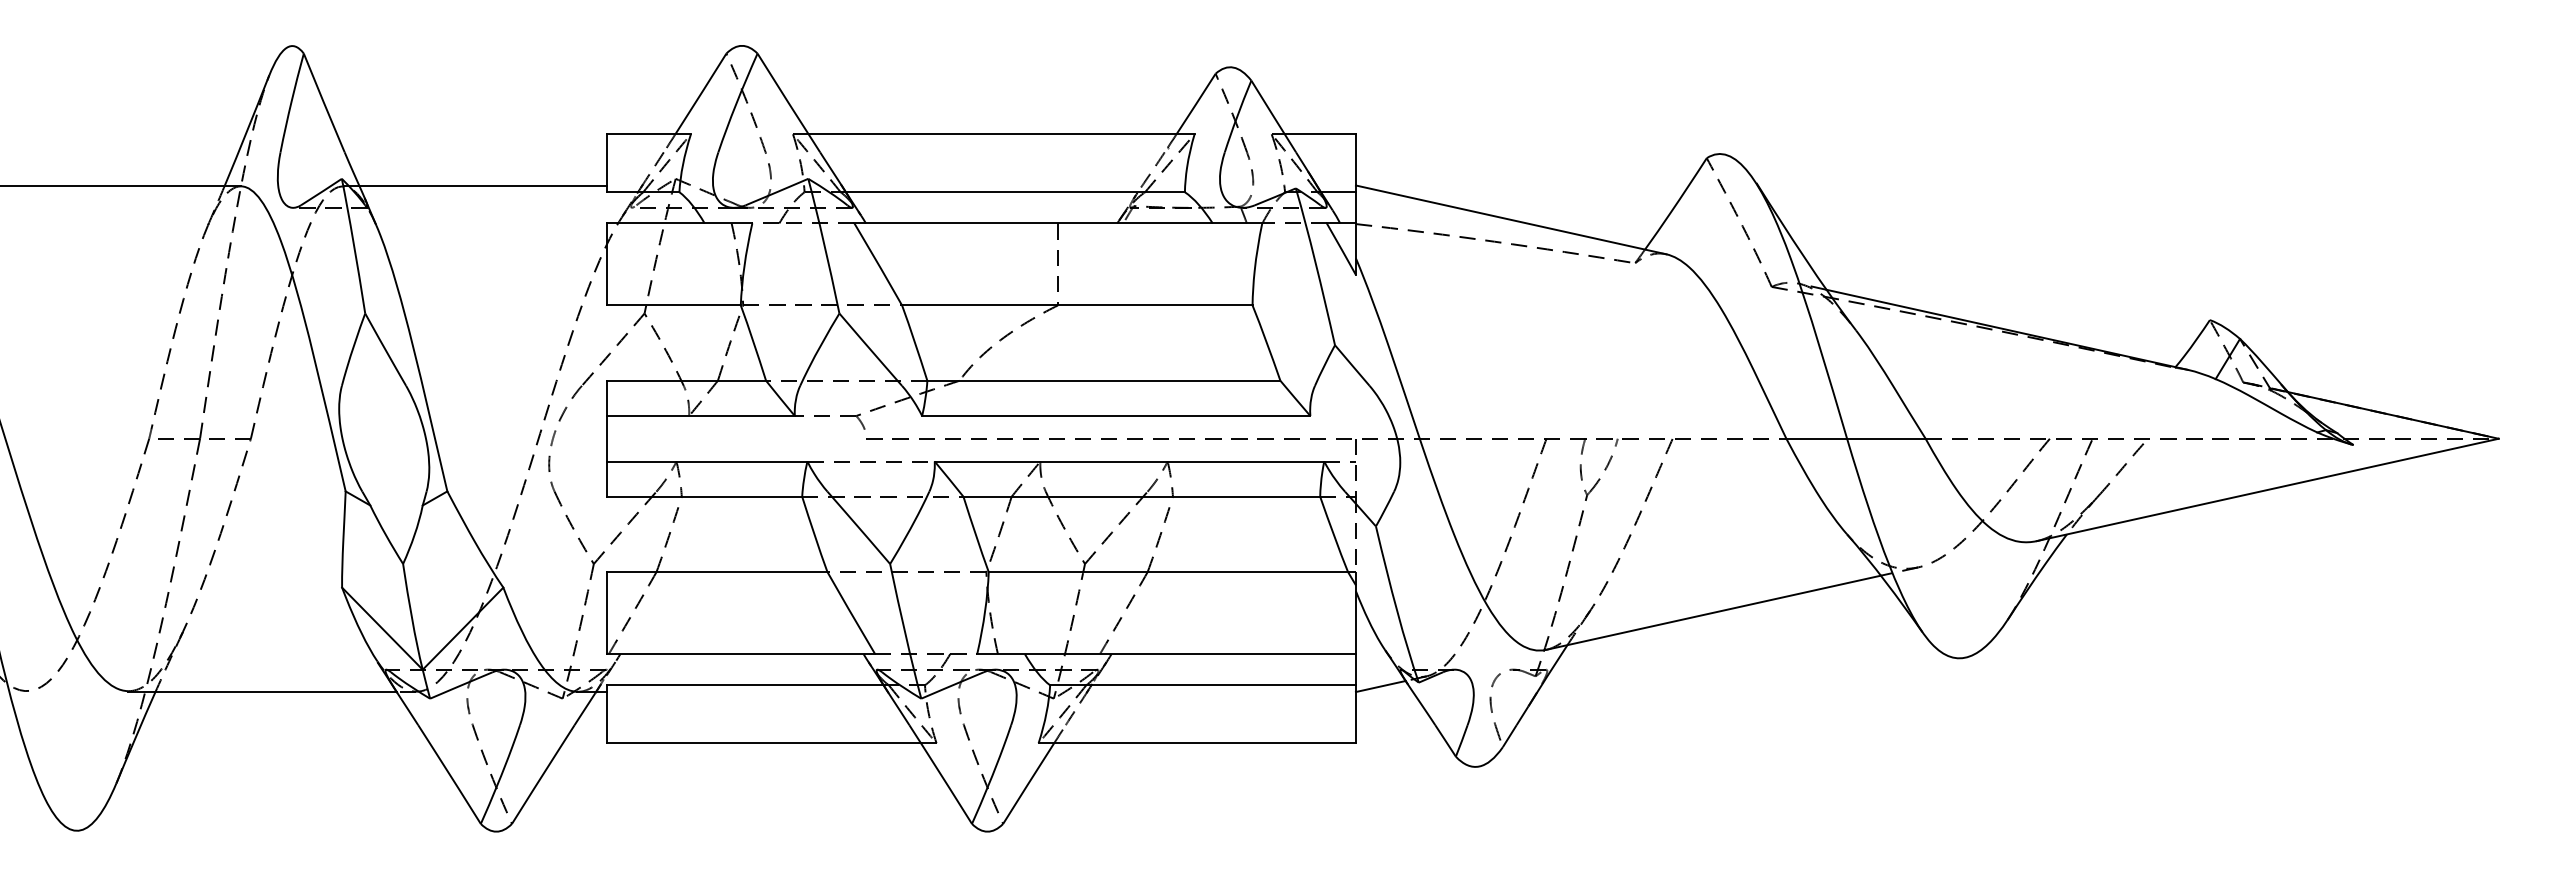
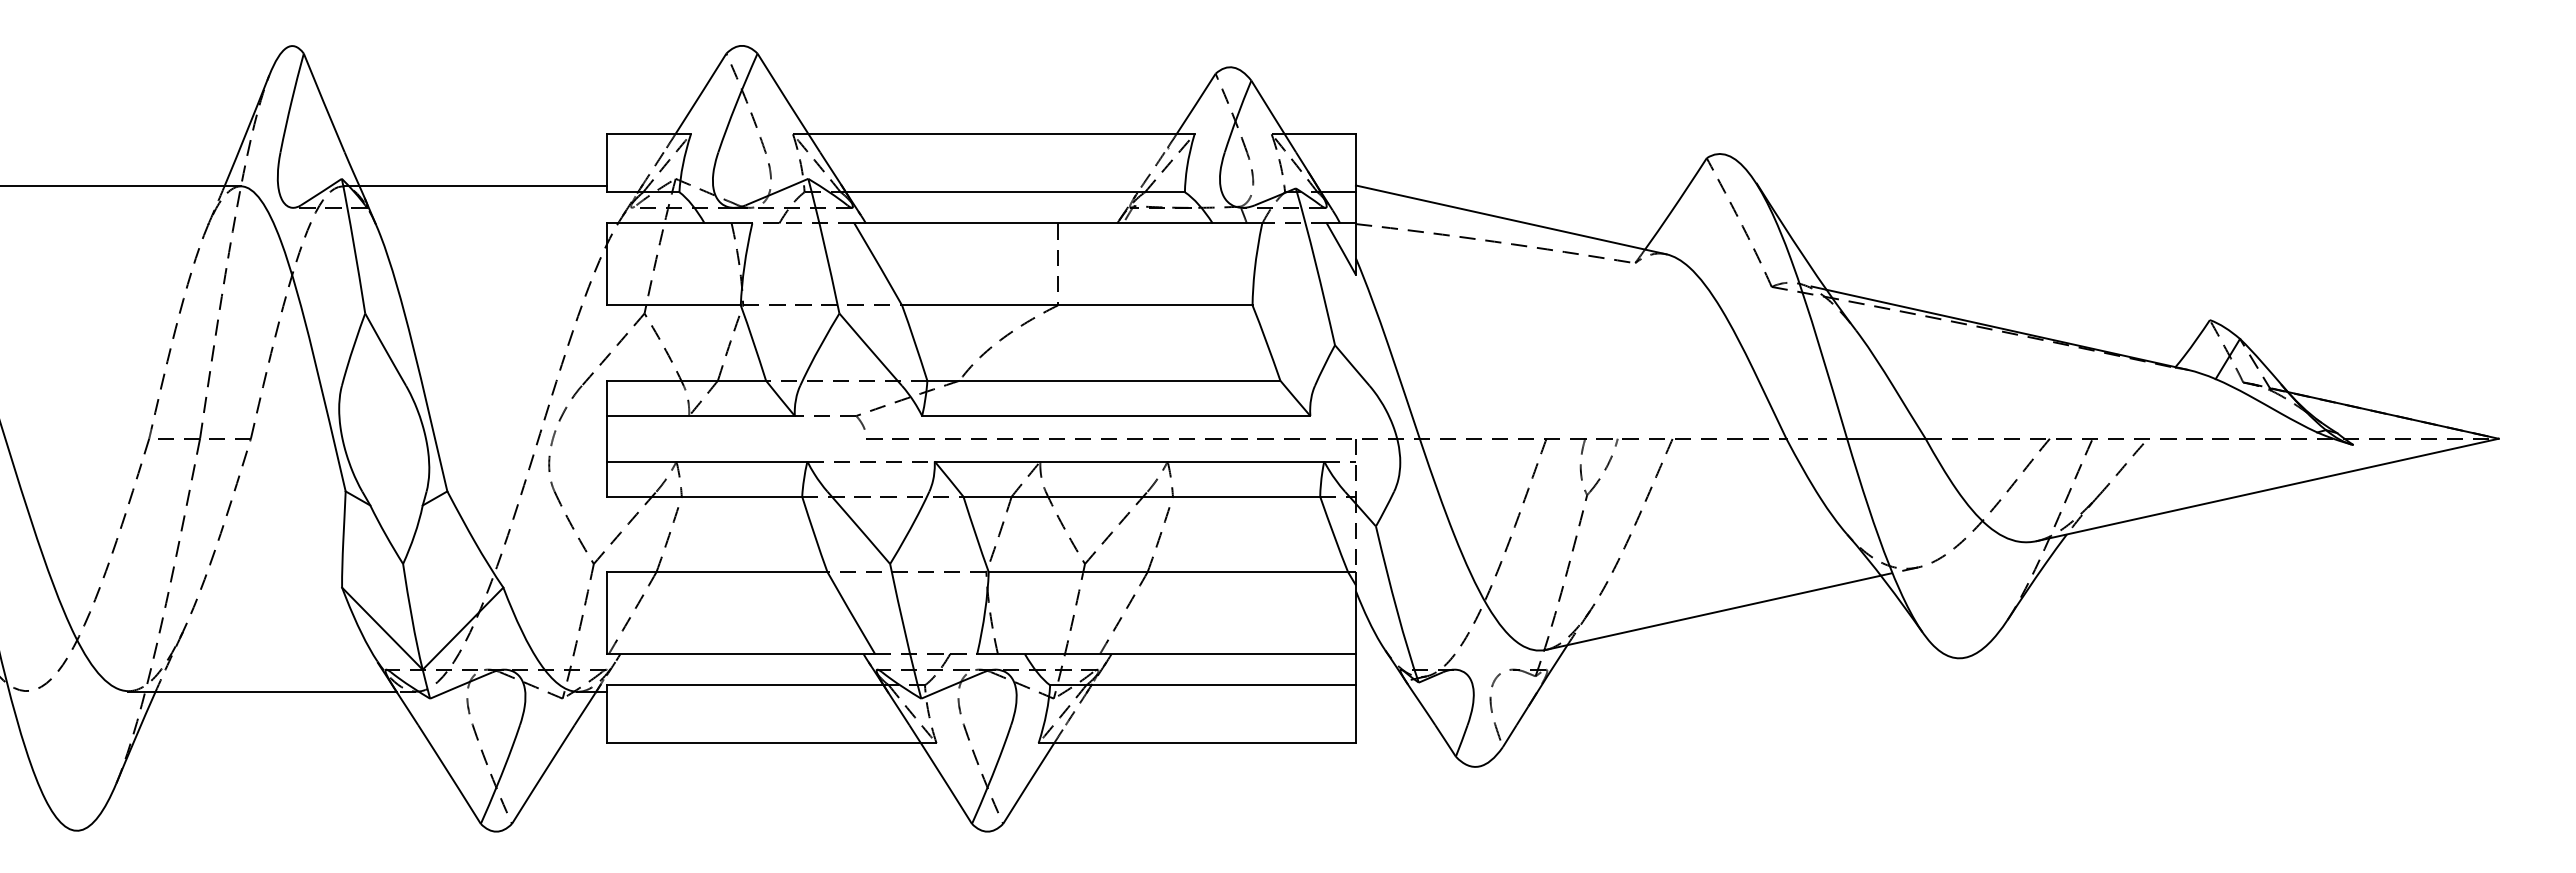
line at (1816, 438): solid -> dashed
line at (1380, 686): present -> none
